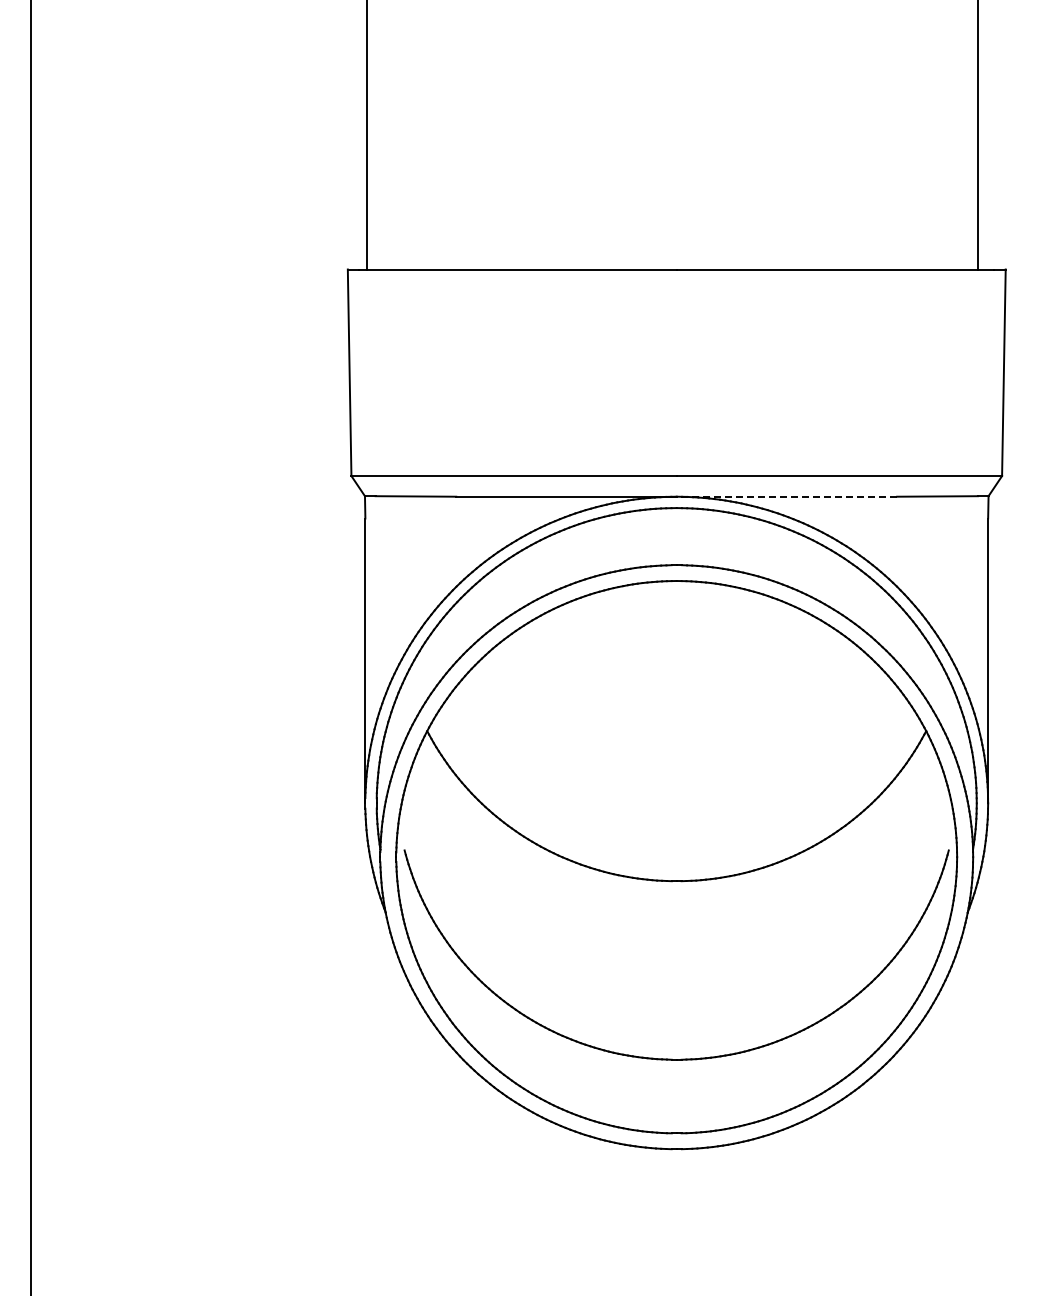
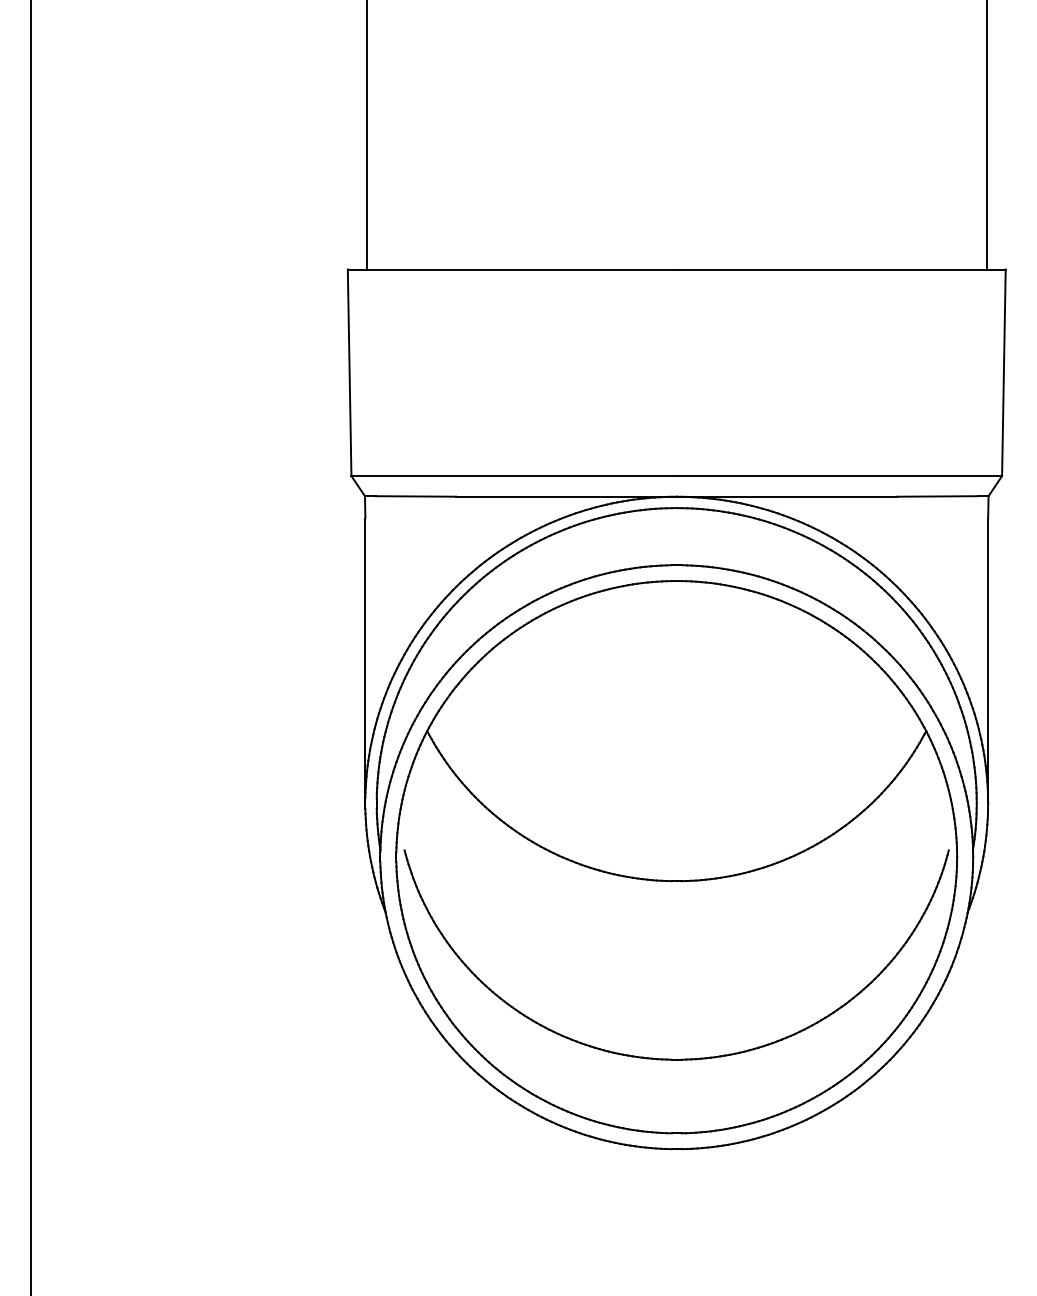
line at (977, 135) position: (977, 135) -> (986, 135)
line at (786, 496): dashed -> solid
